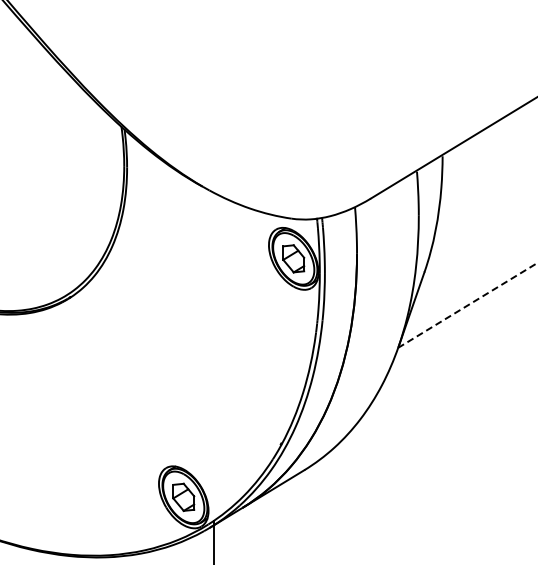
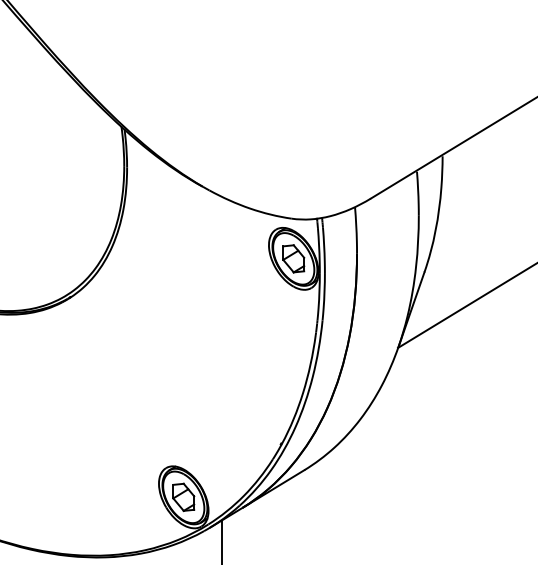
line at (468, 305): dashed -> solid
line at (213, 540) position: (213, 540) -> (221, 540)
